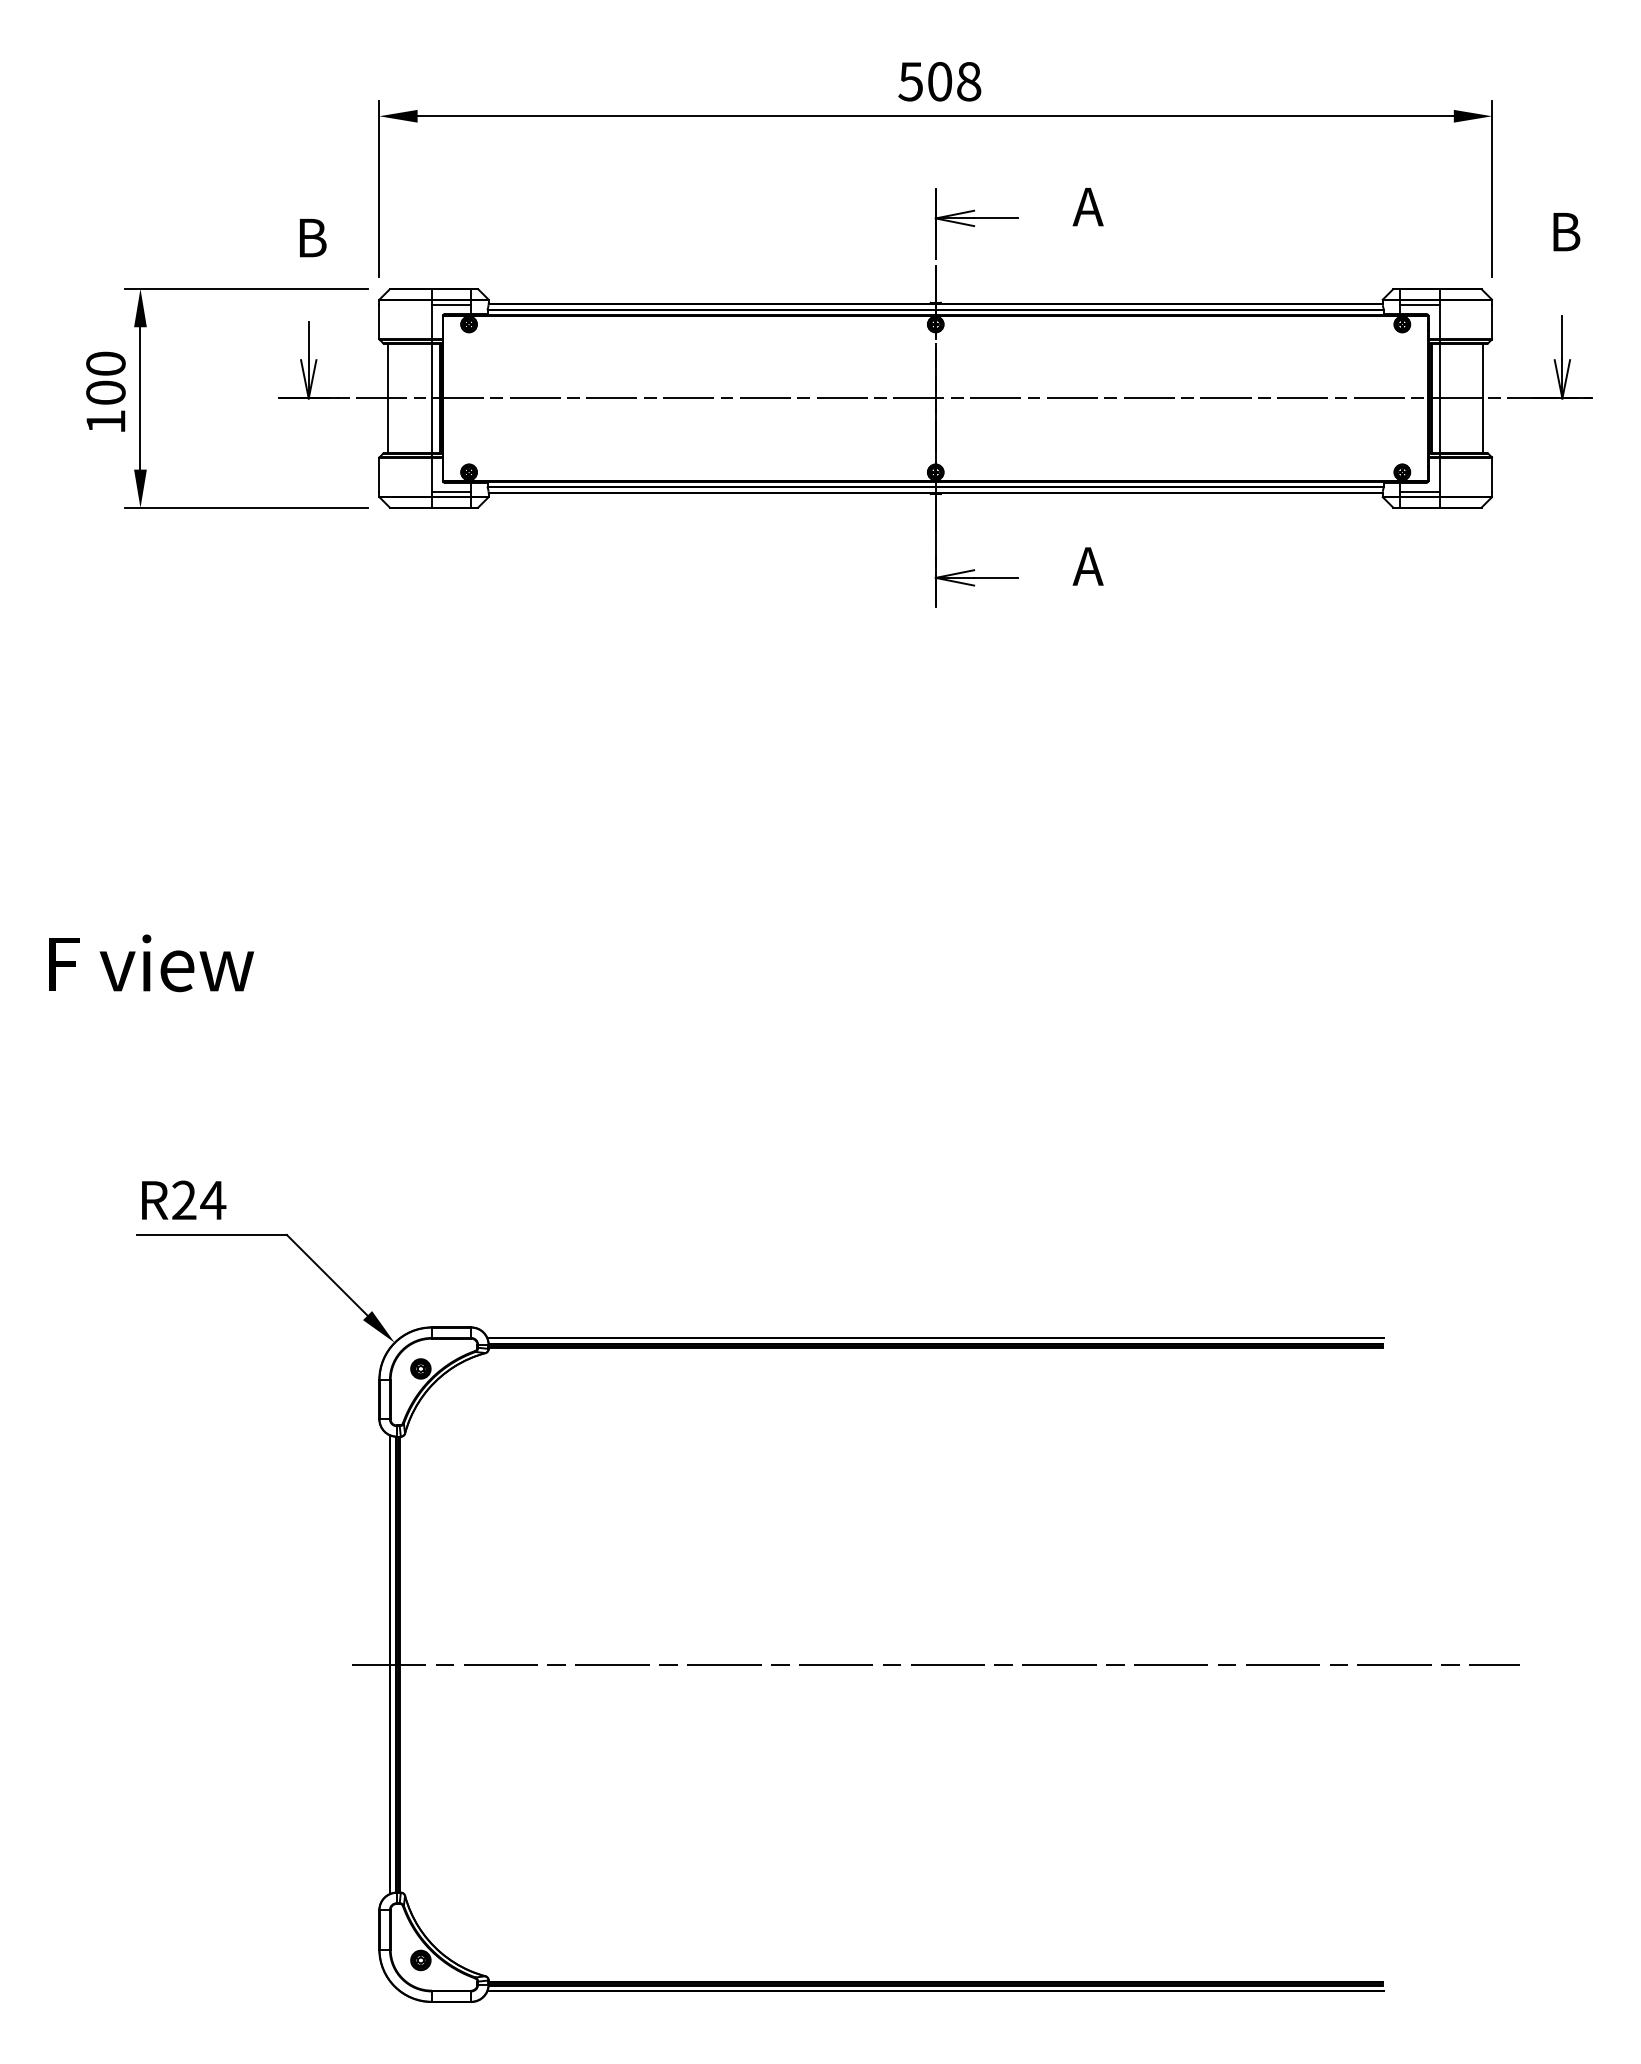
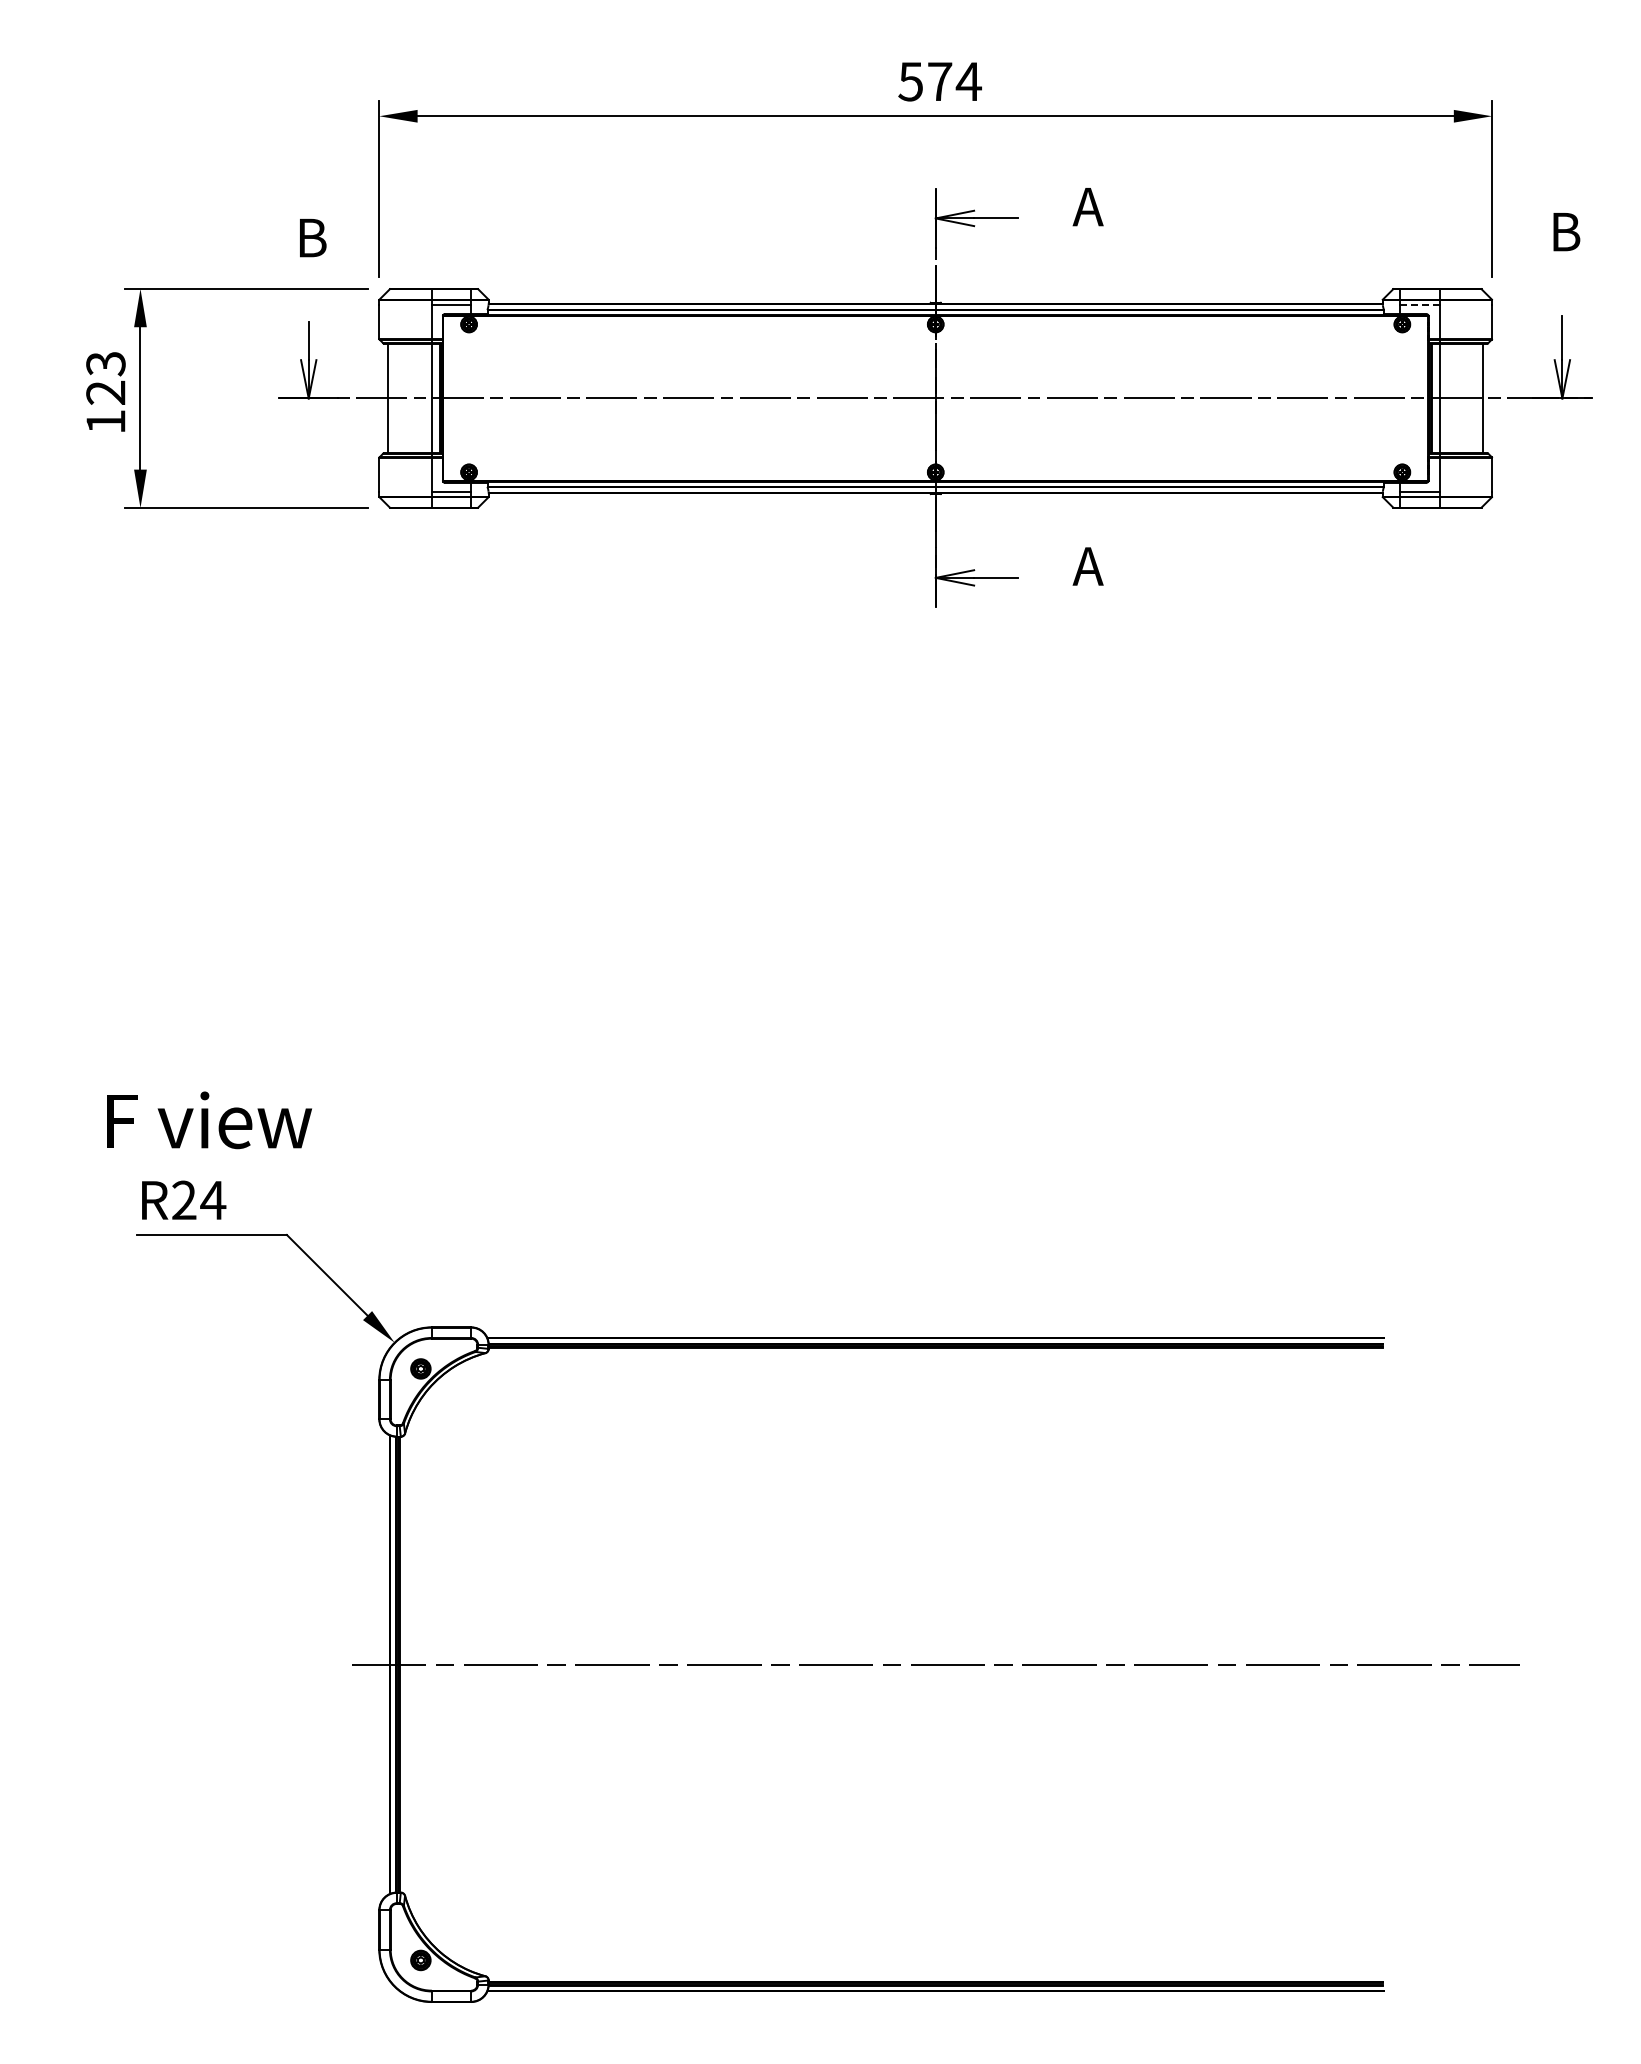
text at (955, 81): 508 -> 574
line at (1419, 305): solid -> dashed
text at (105, 377): 100 -> 123
text at (151, 963) position: (151, 963) -> (209, 1120)
